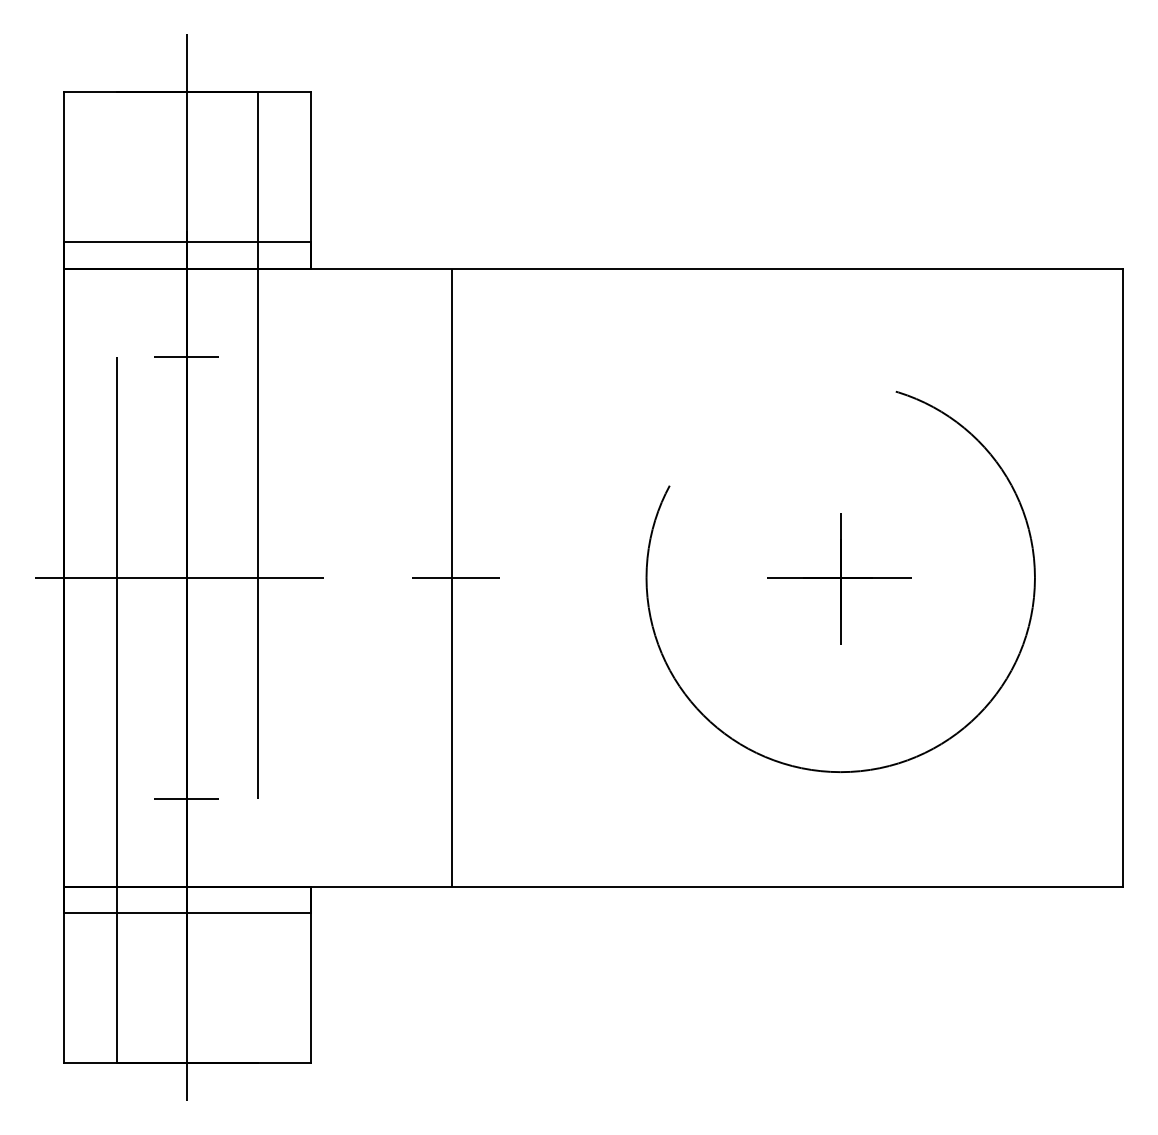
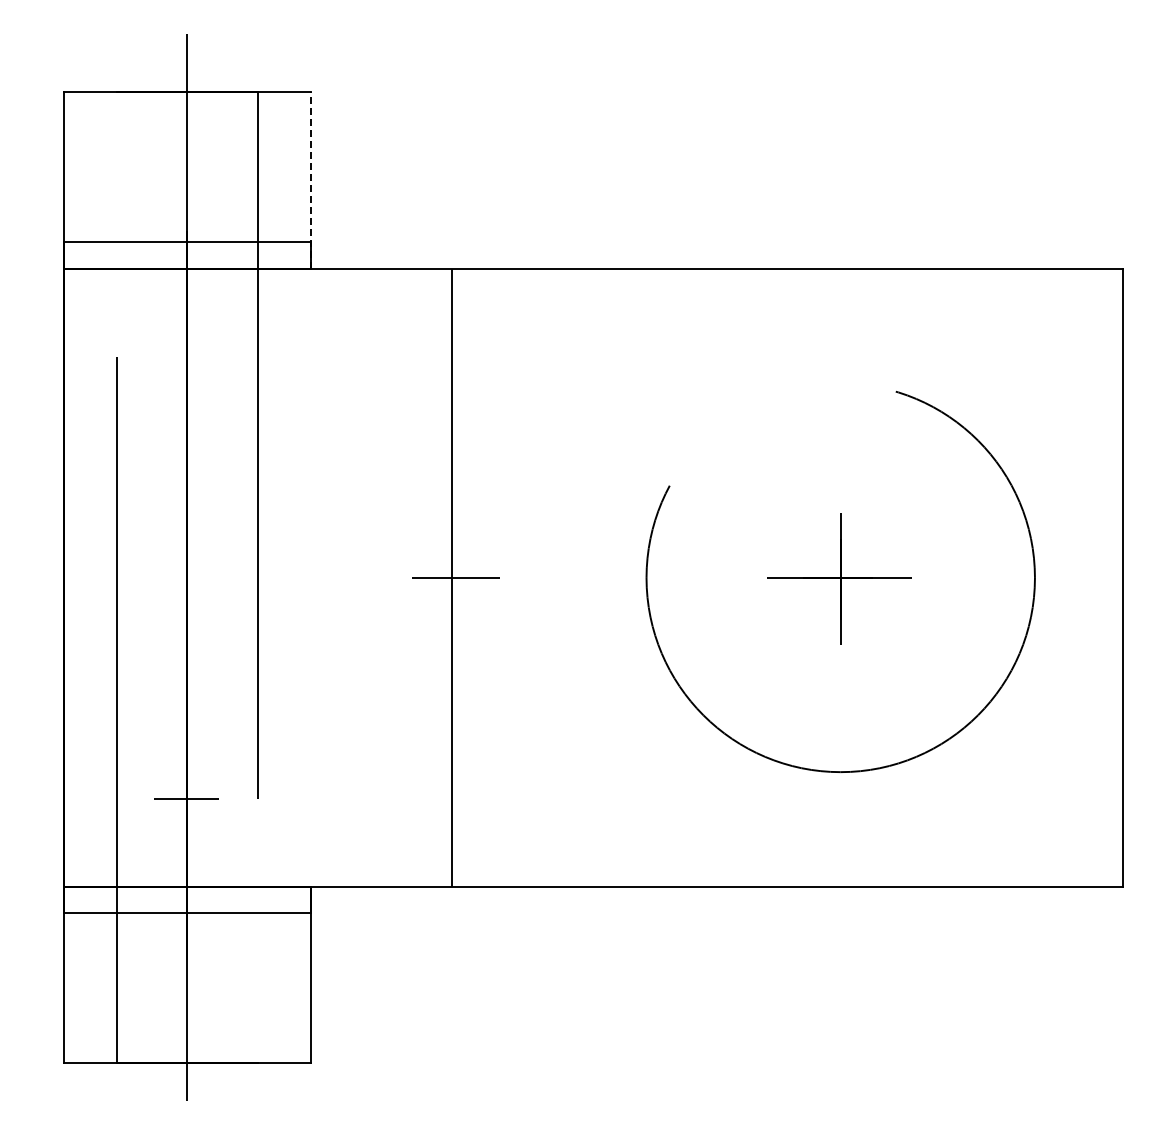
line at (311, 180): solid -> dashed
line at (186, 357): present -> none
line at (178, 577): present -> none
